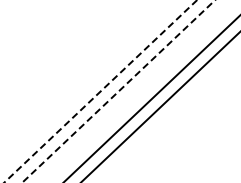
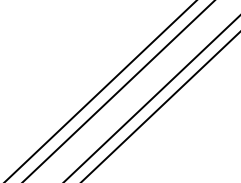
line at (100, 91): dashed -> solid
line at (118, 91): dashed -> solid
